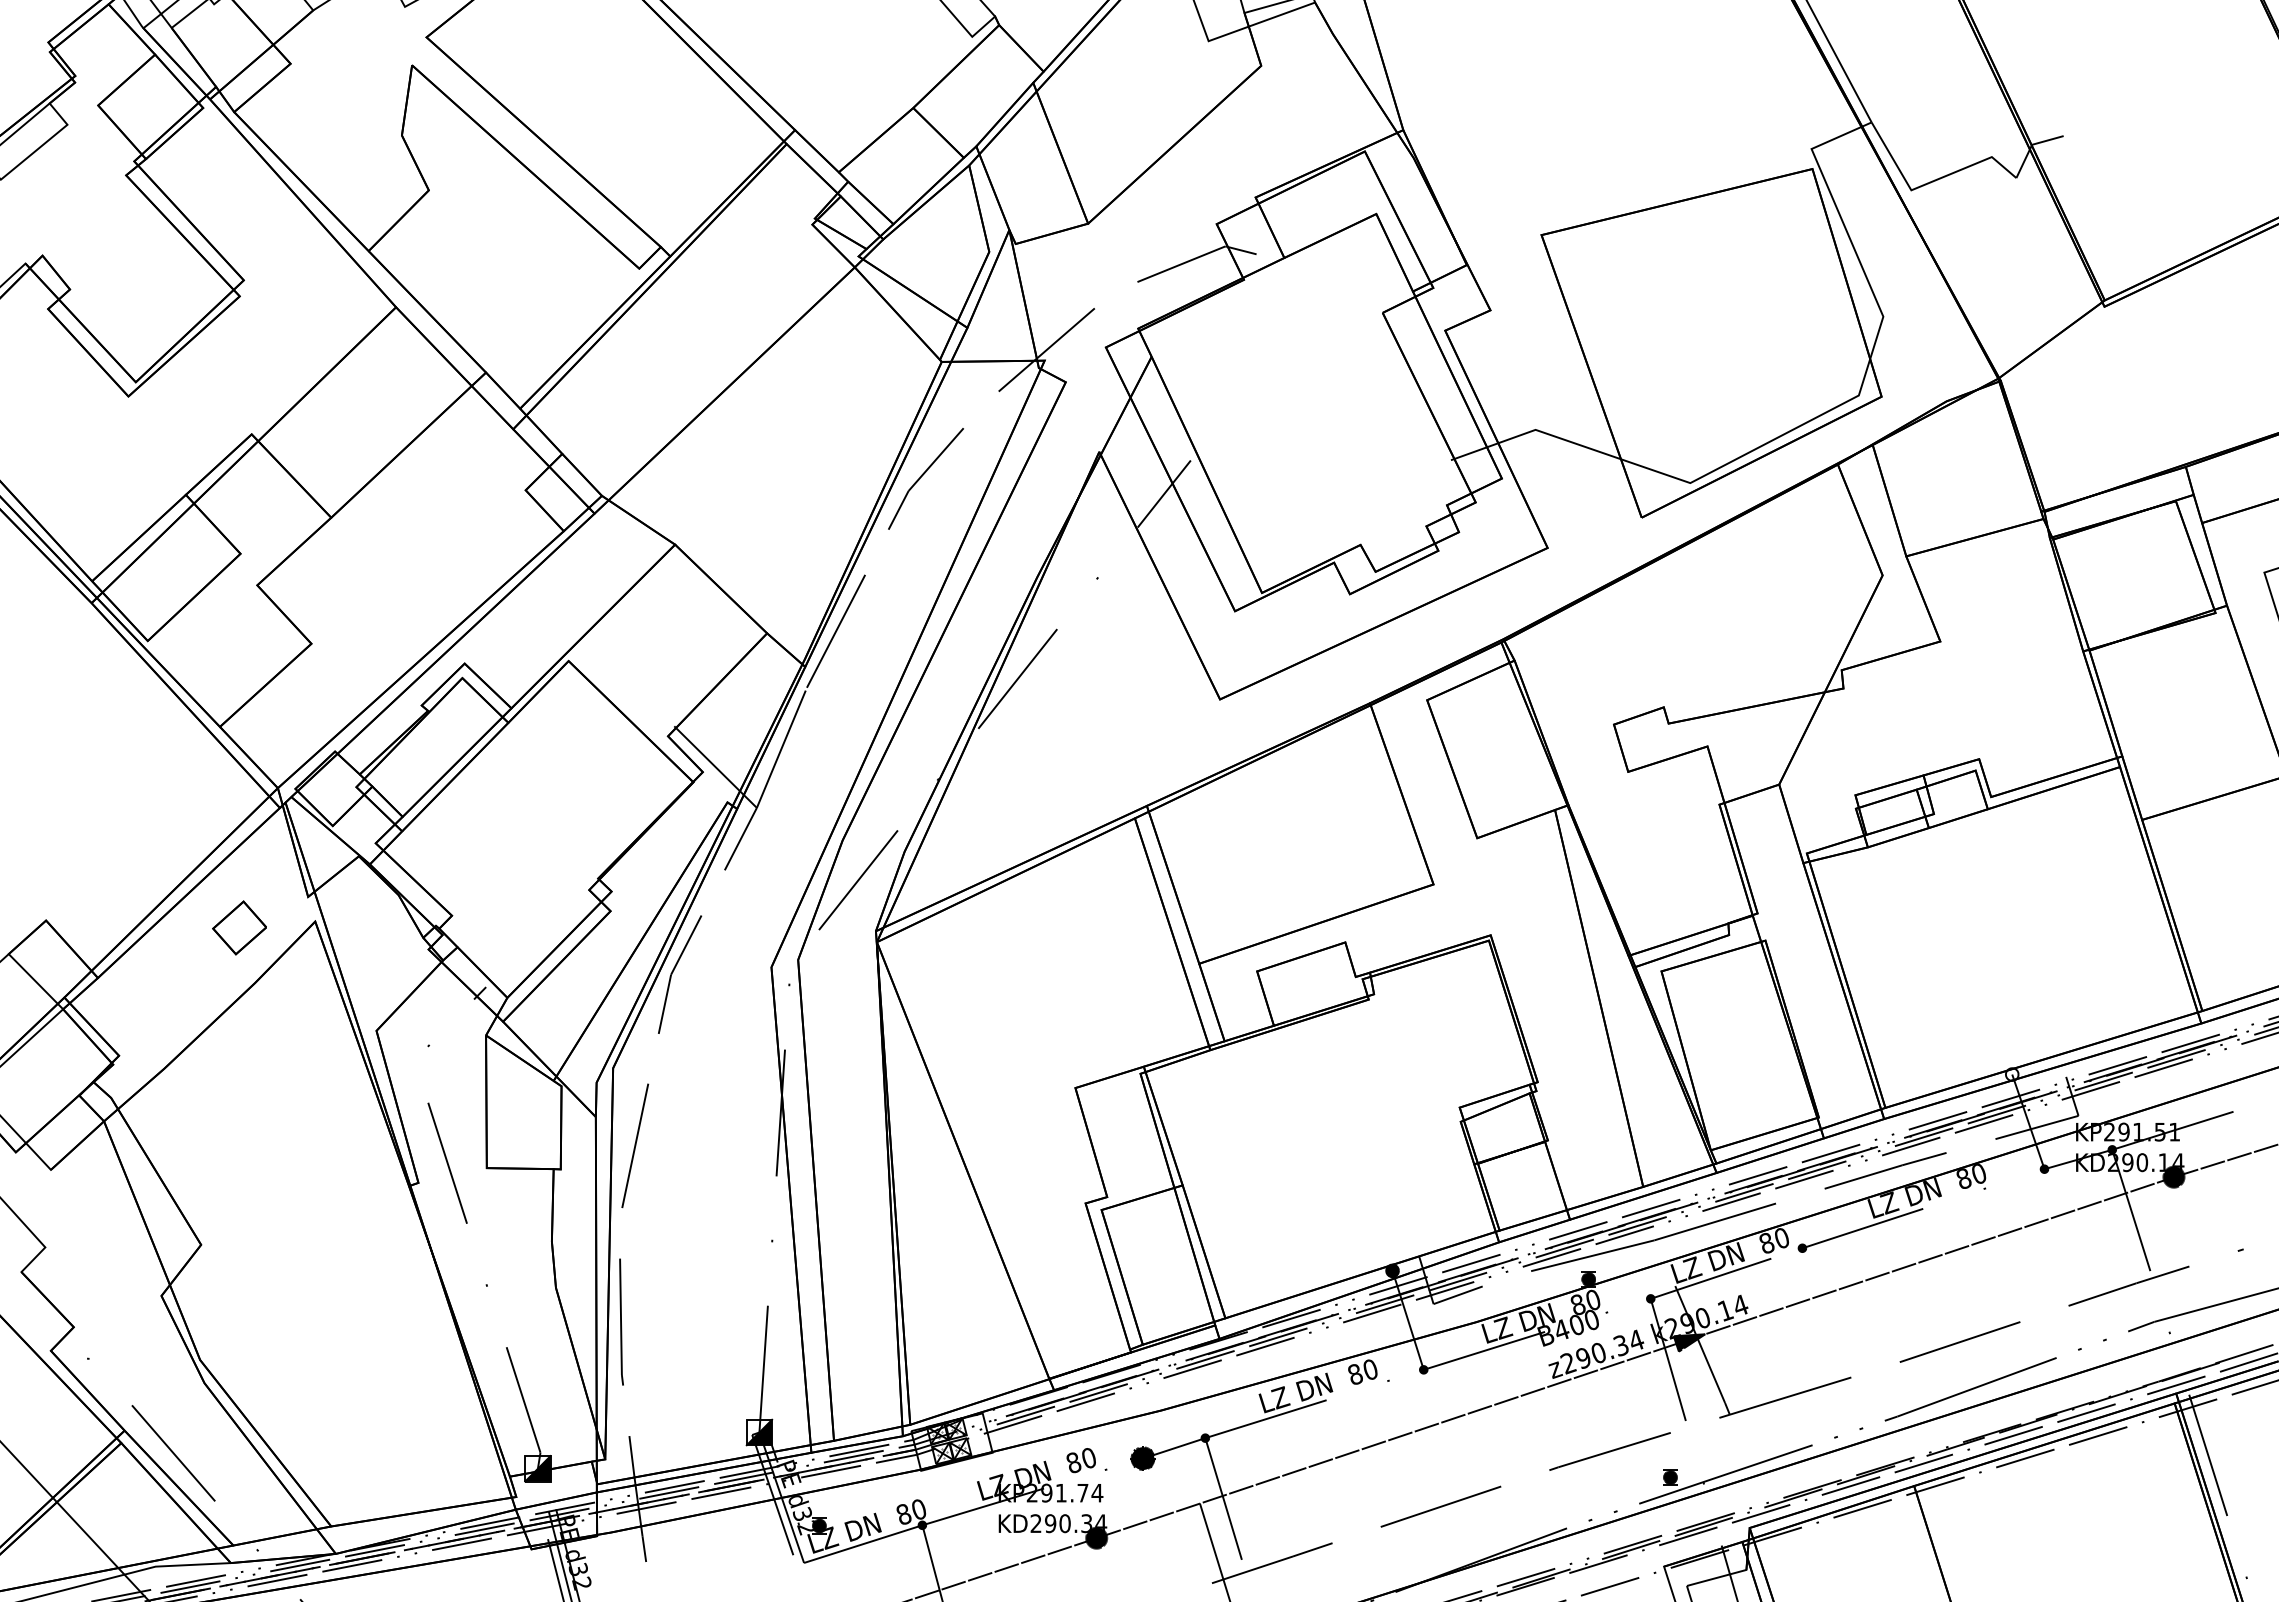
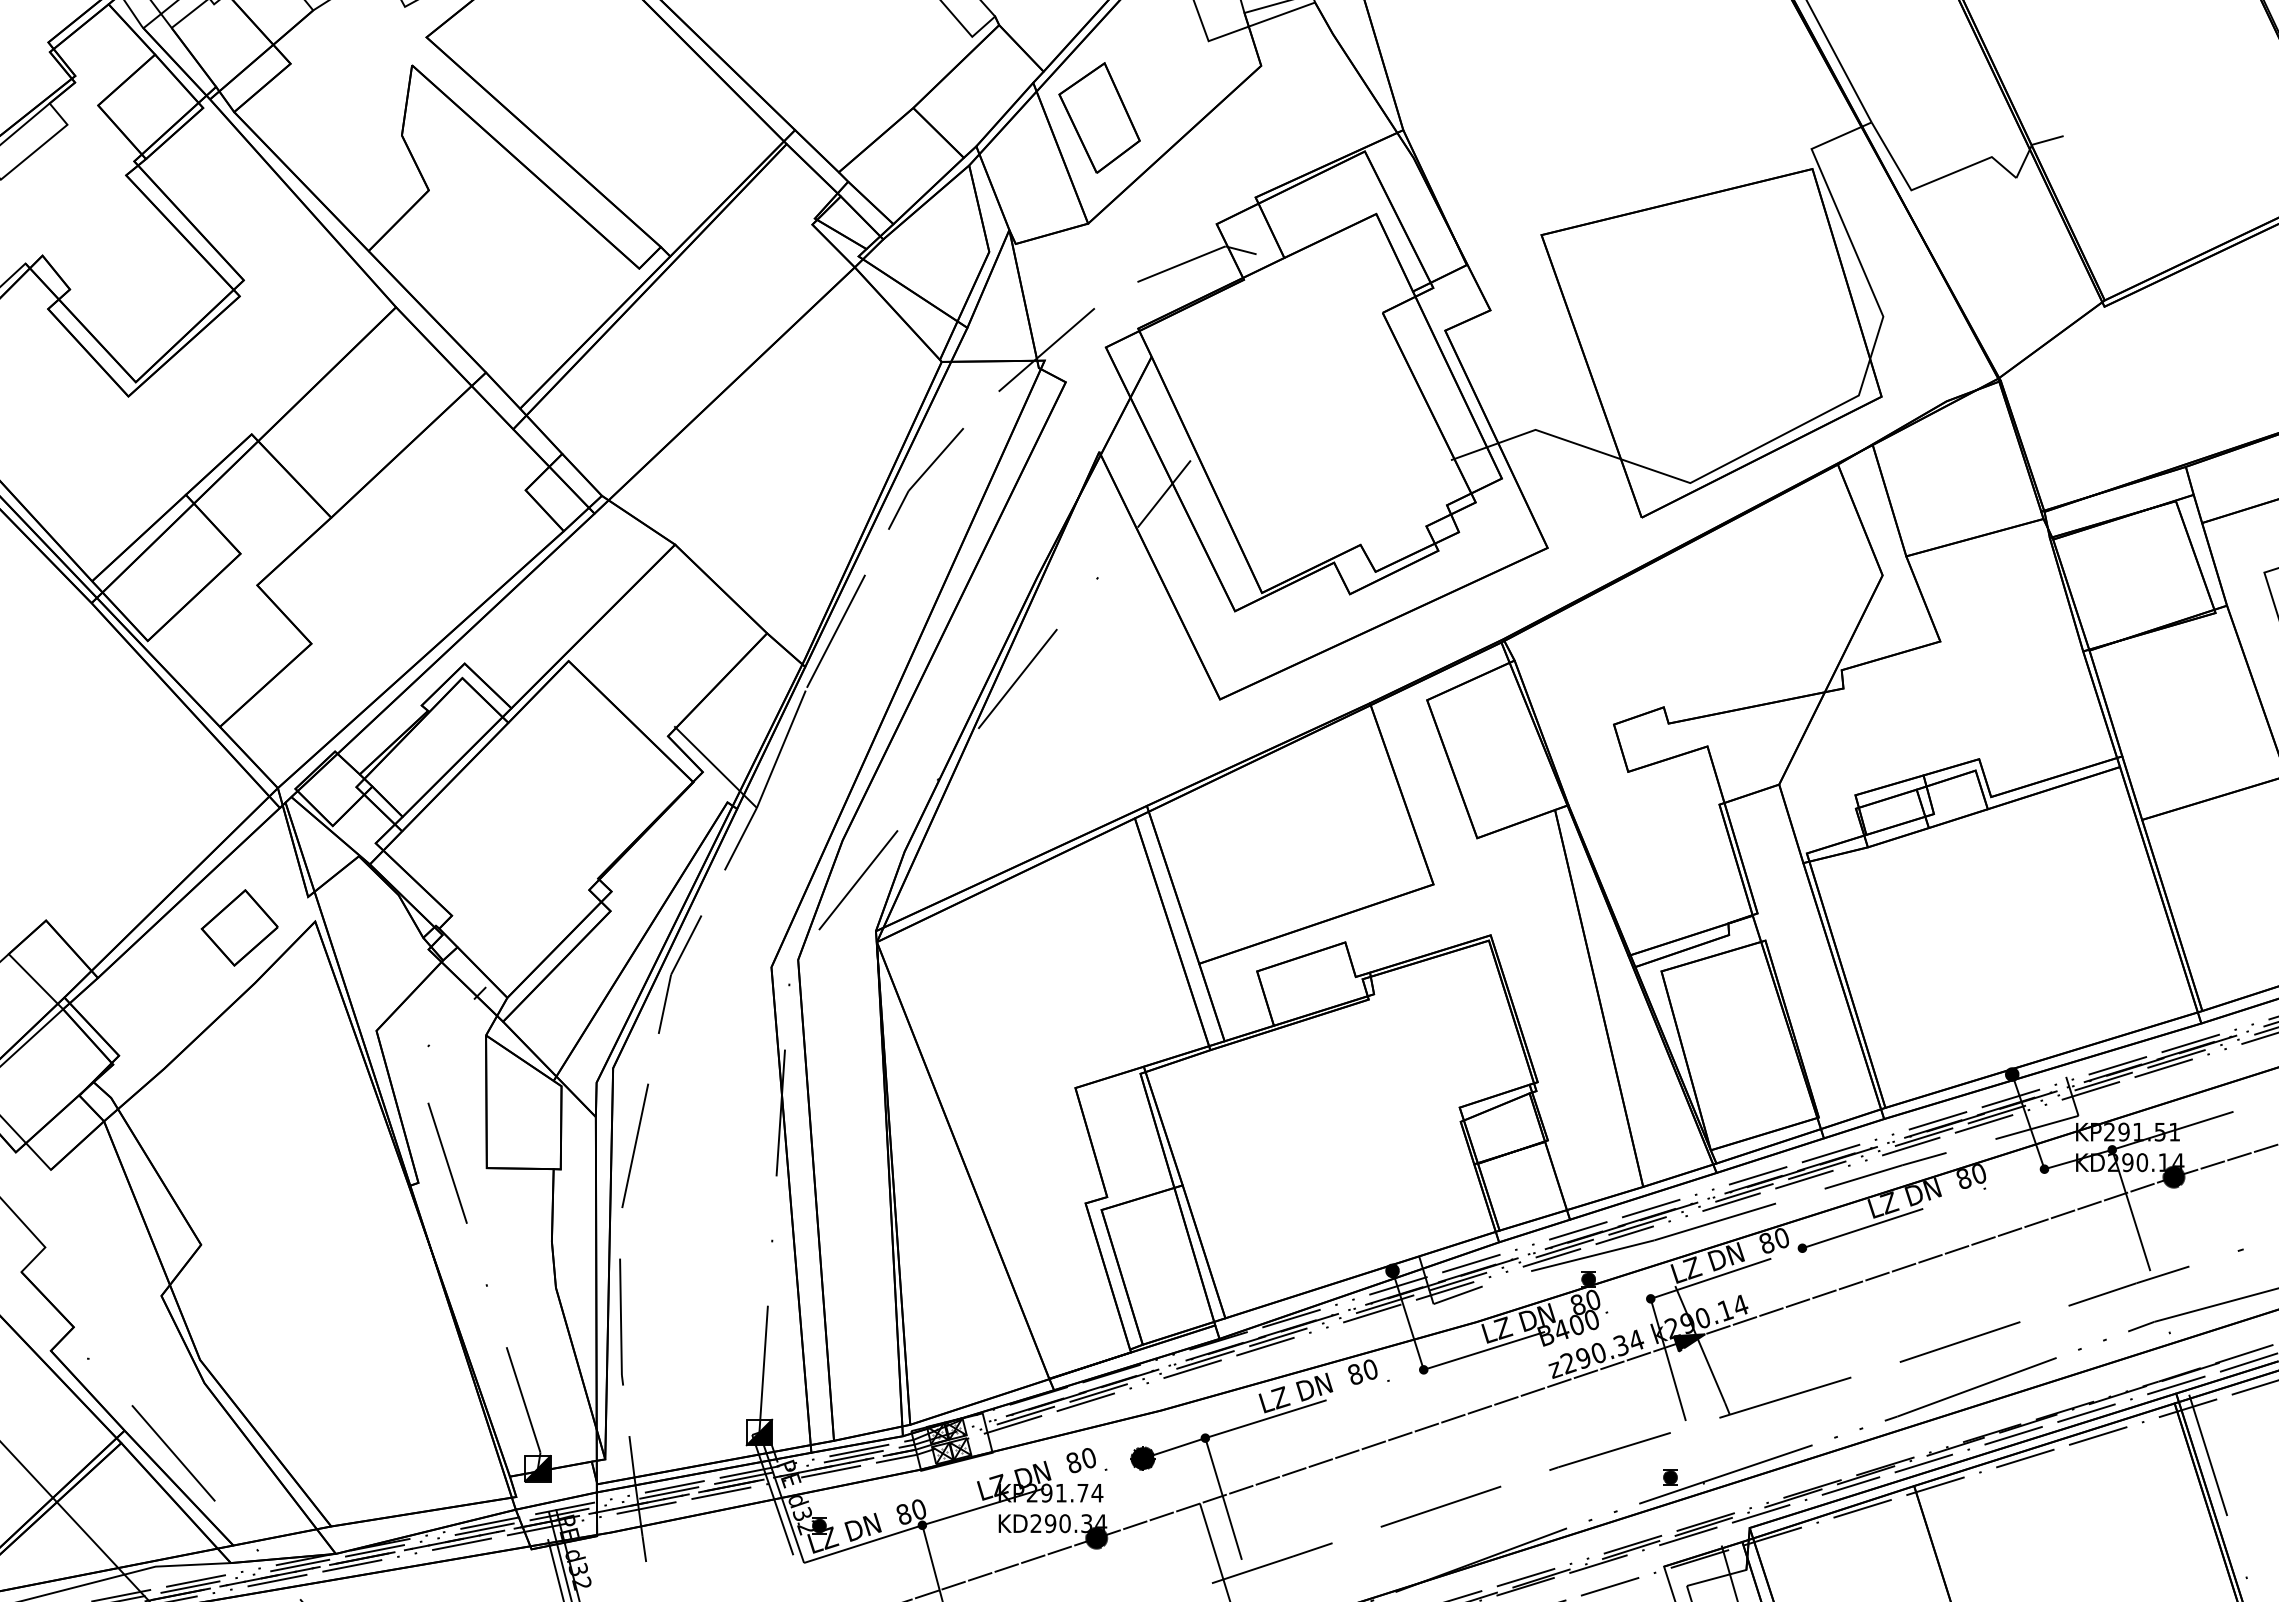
part at (1099, 117): none -> present
part at (239, 927) size: 55x56 px -> 79x78 px
fill at (2011, 1074): none -> present
